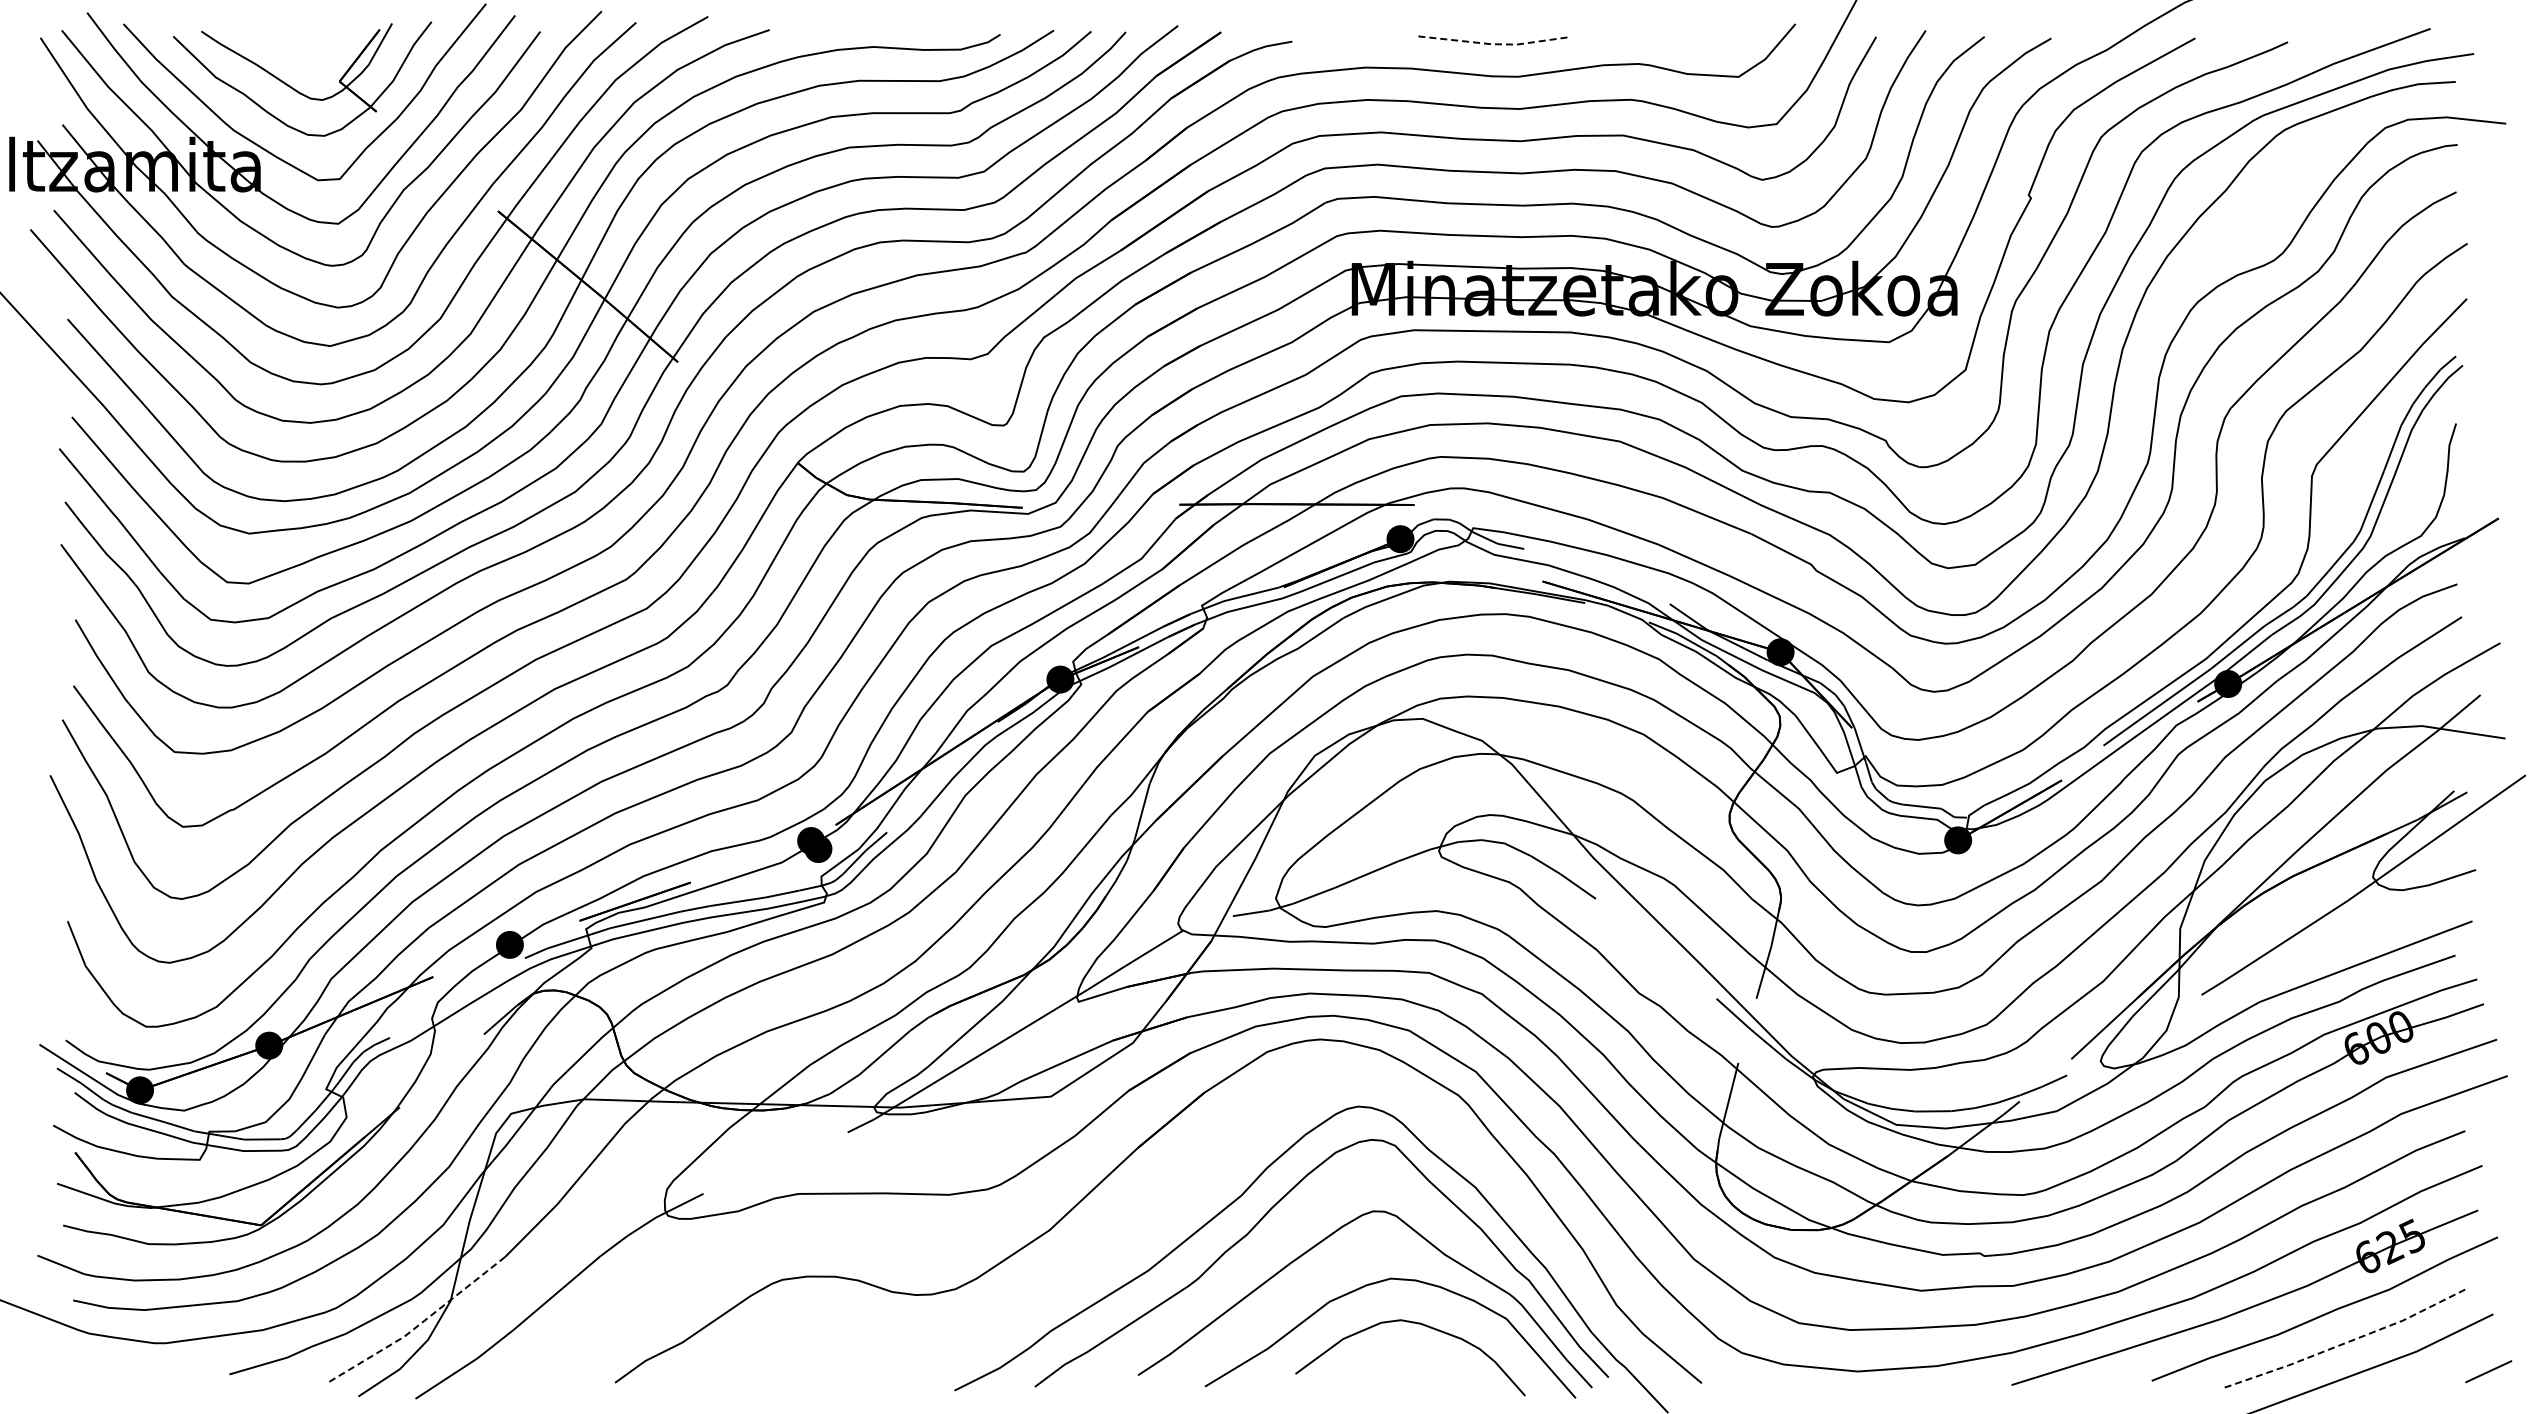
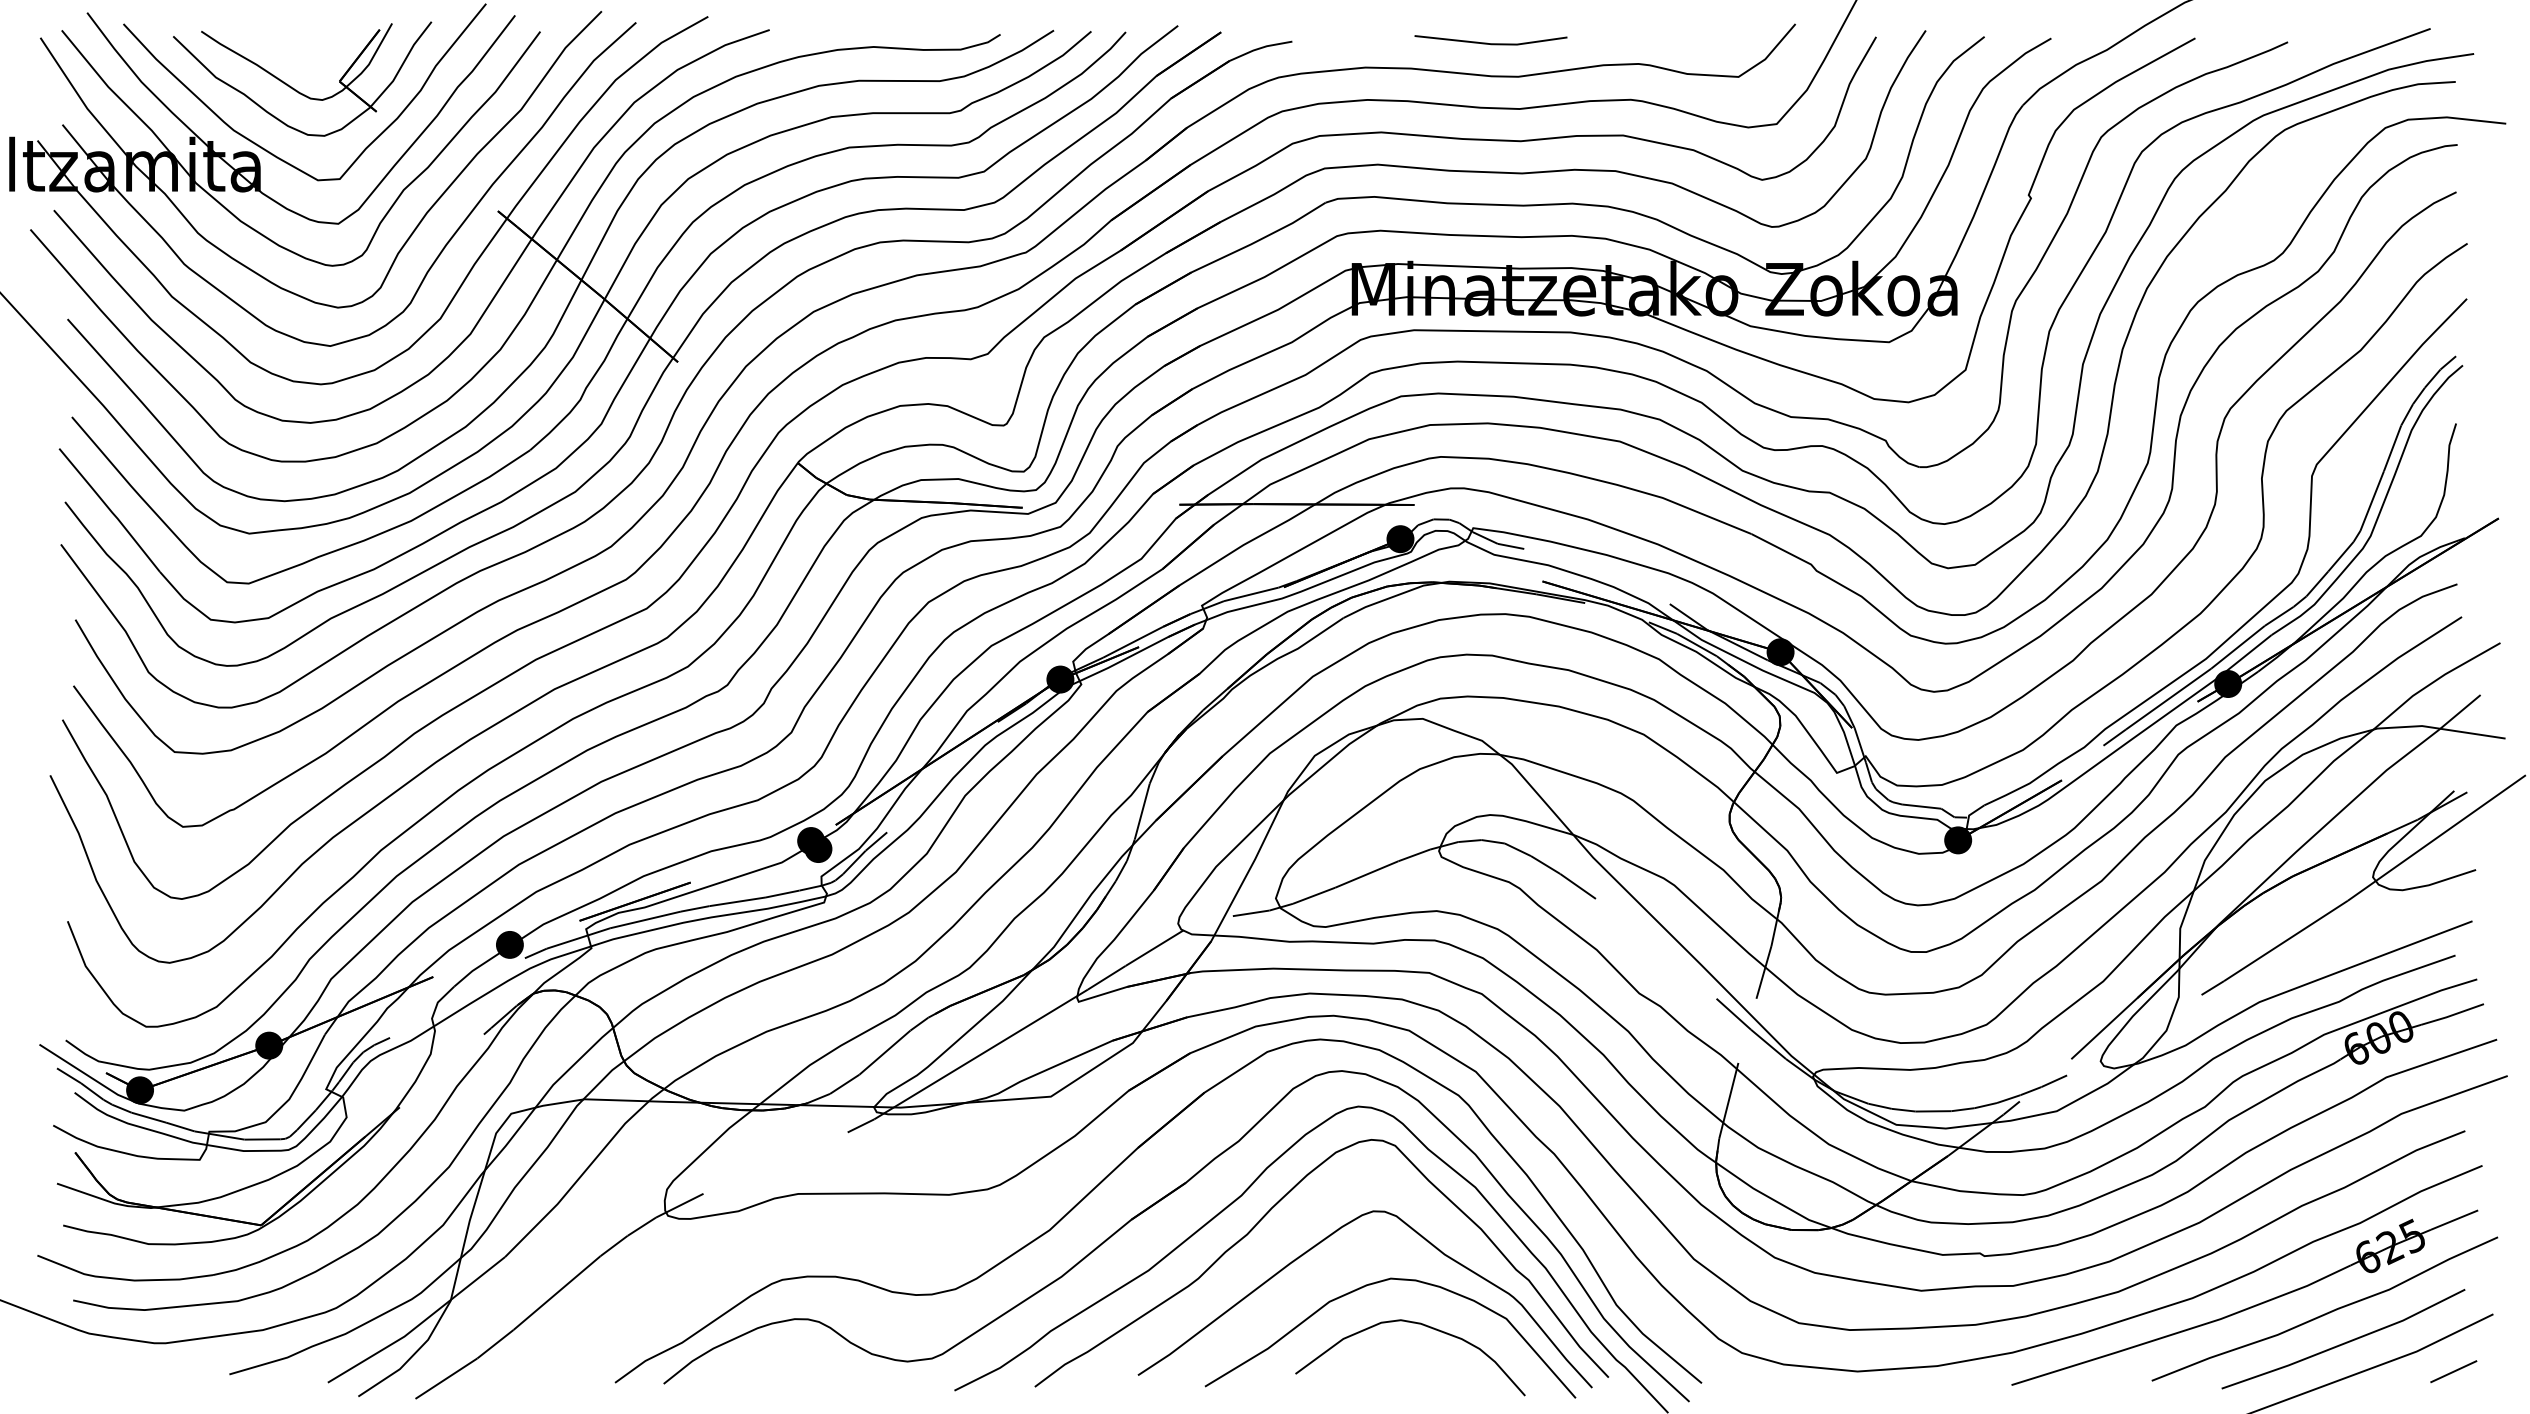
line at (1491, 44): dashed -> solid
part at (1154, 1205): none -> present
line at (419, 1324): dashed -> solid
line at (2344, 1343): dashed -> solid
line at (2488, 1371) position: (2488, 1371) -> (2453, 1371)
